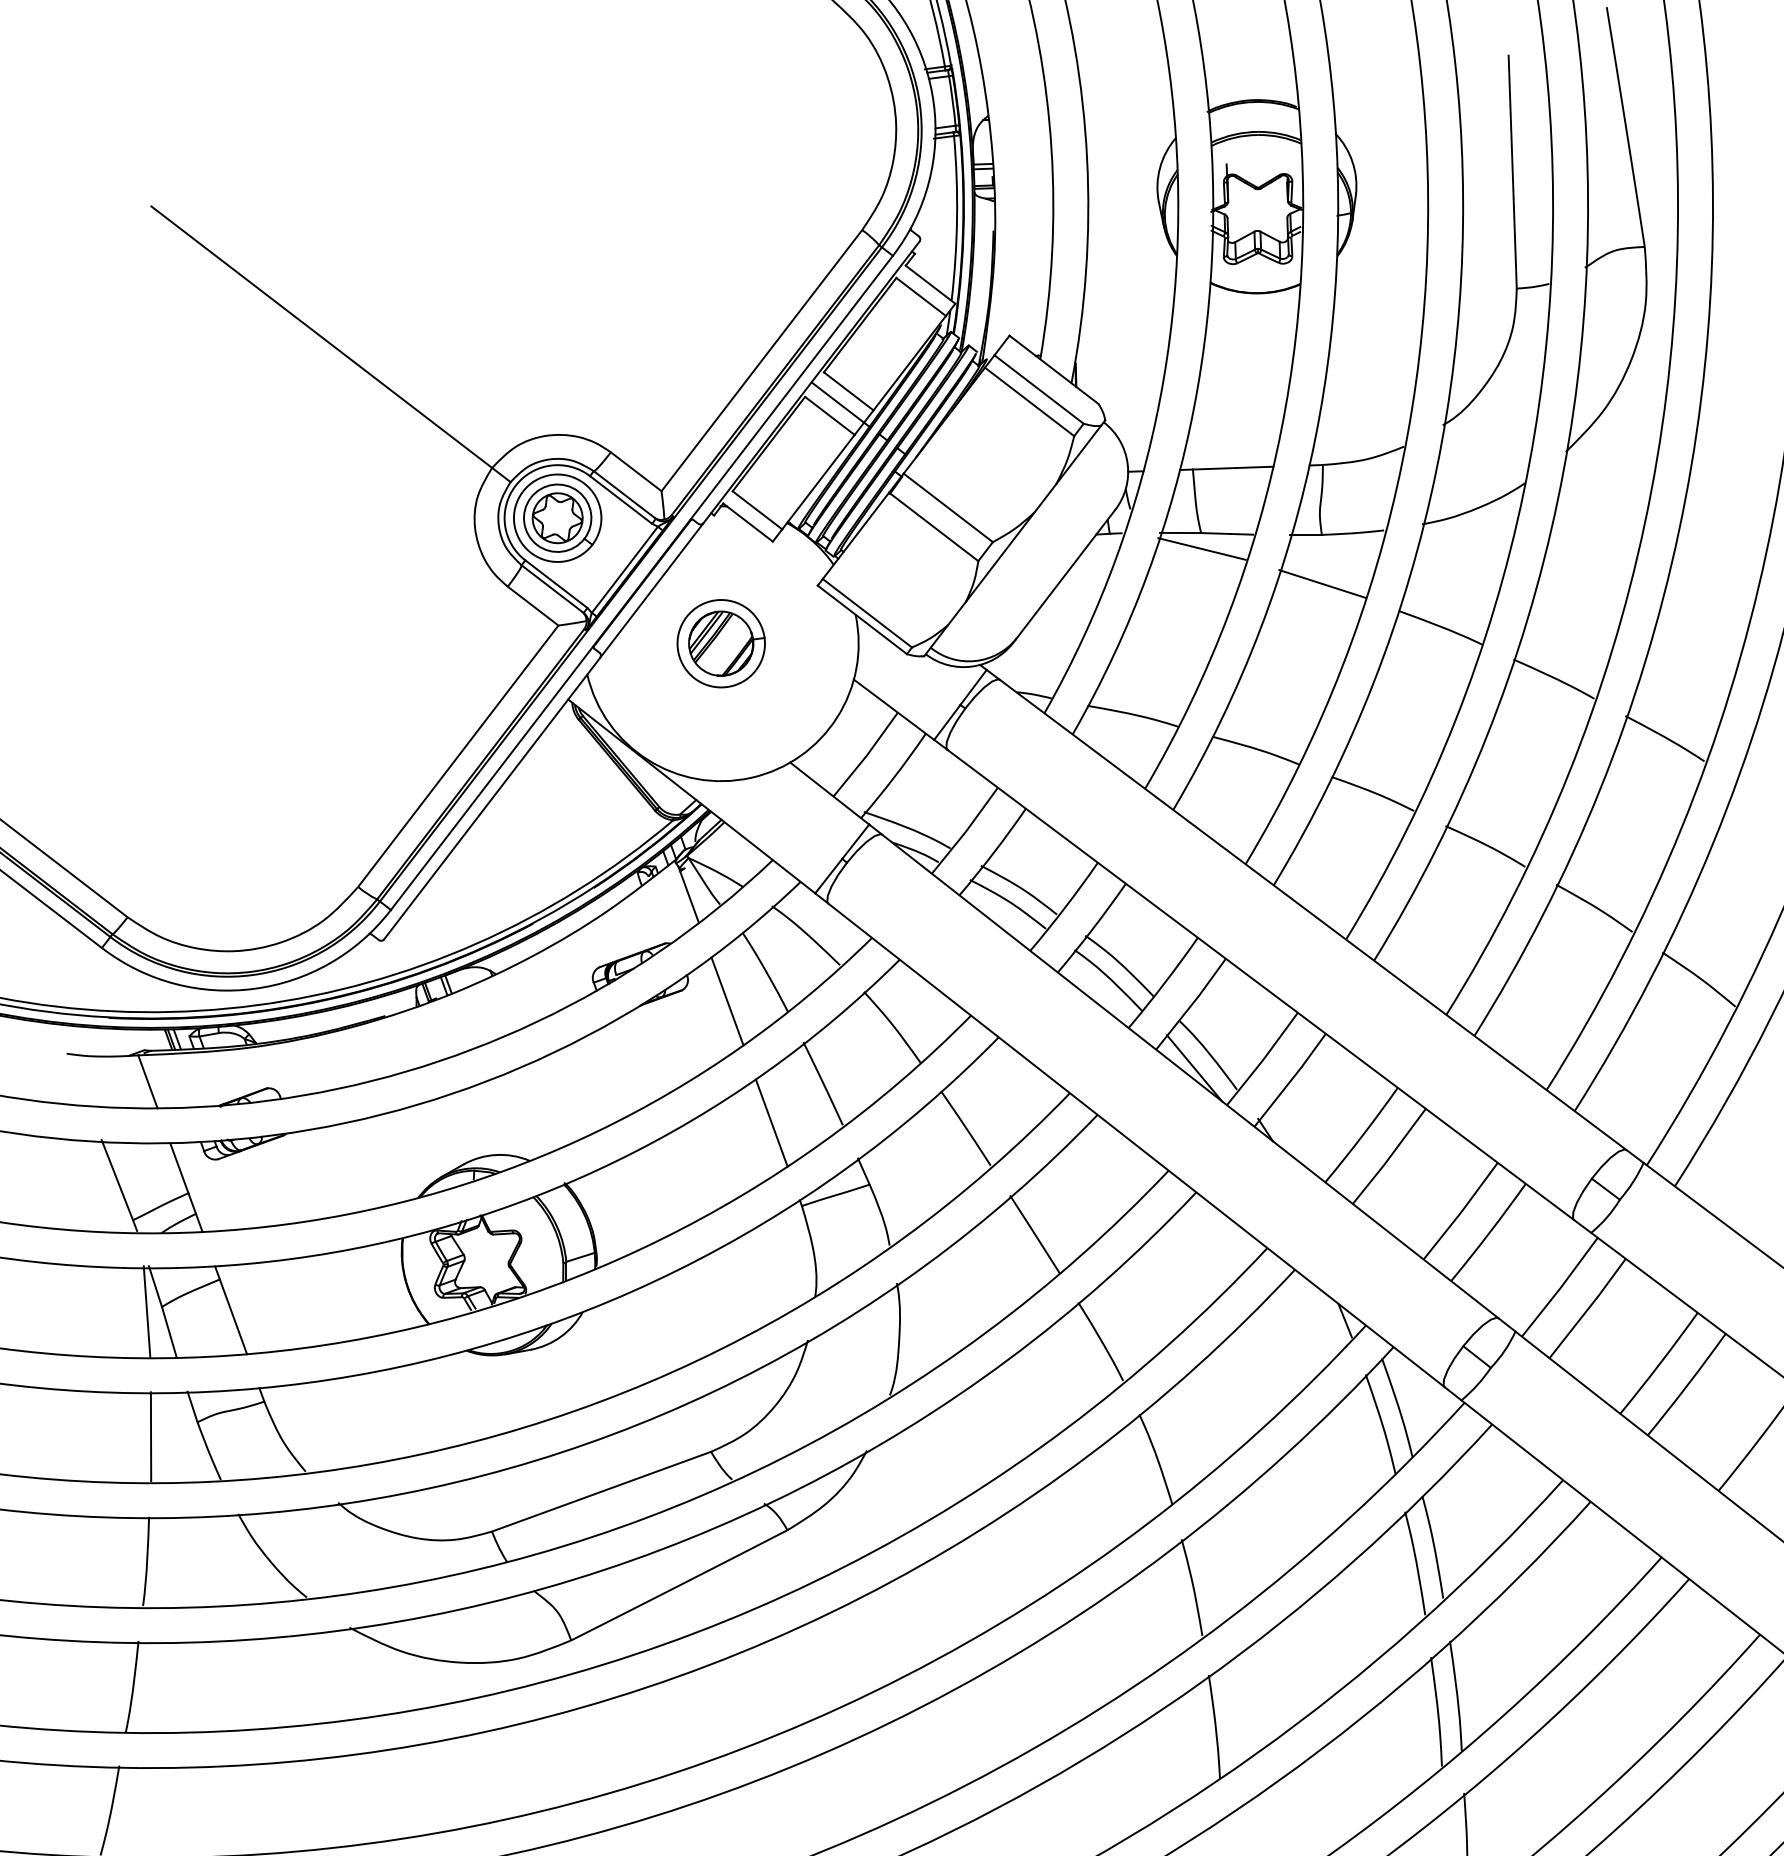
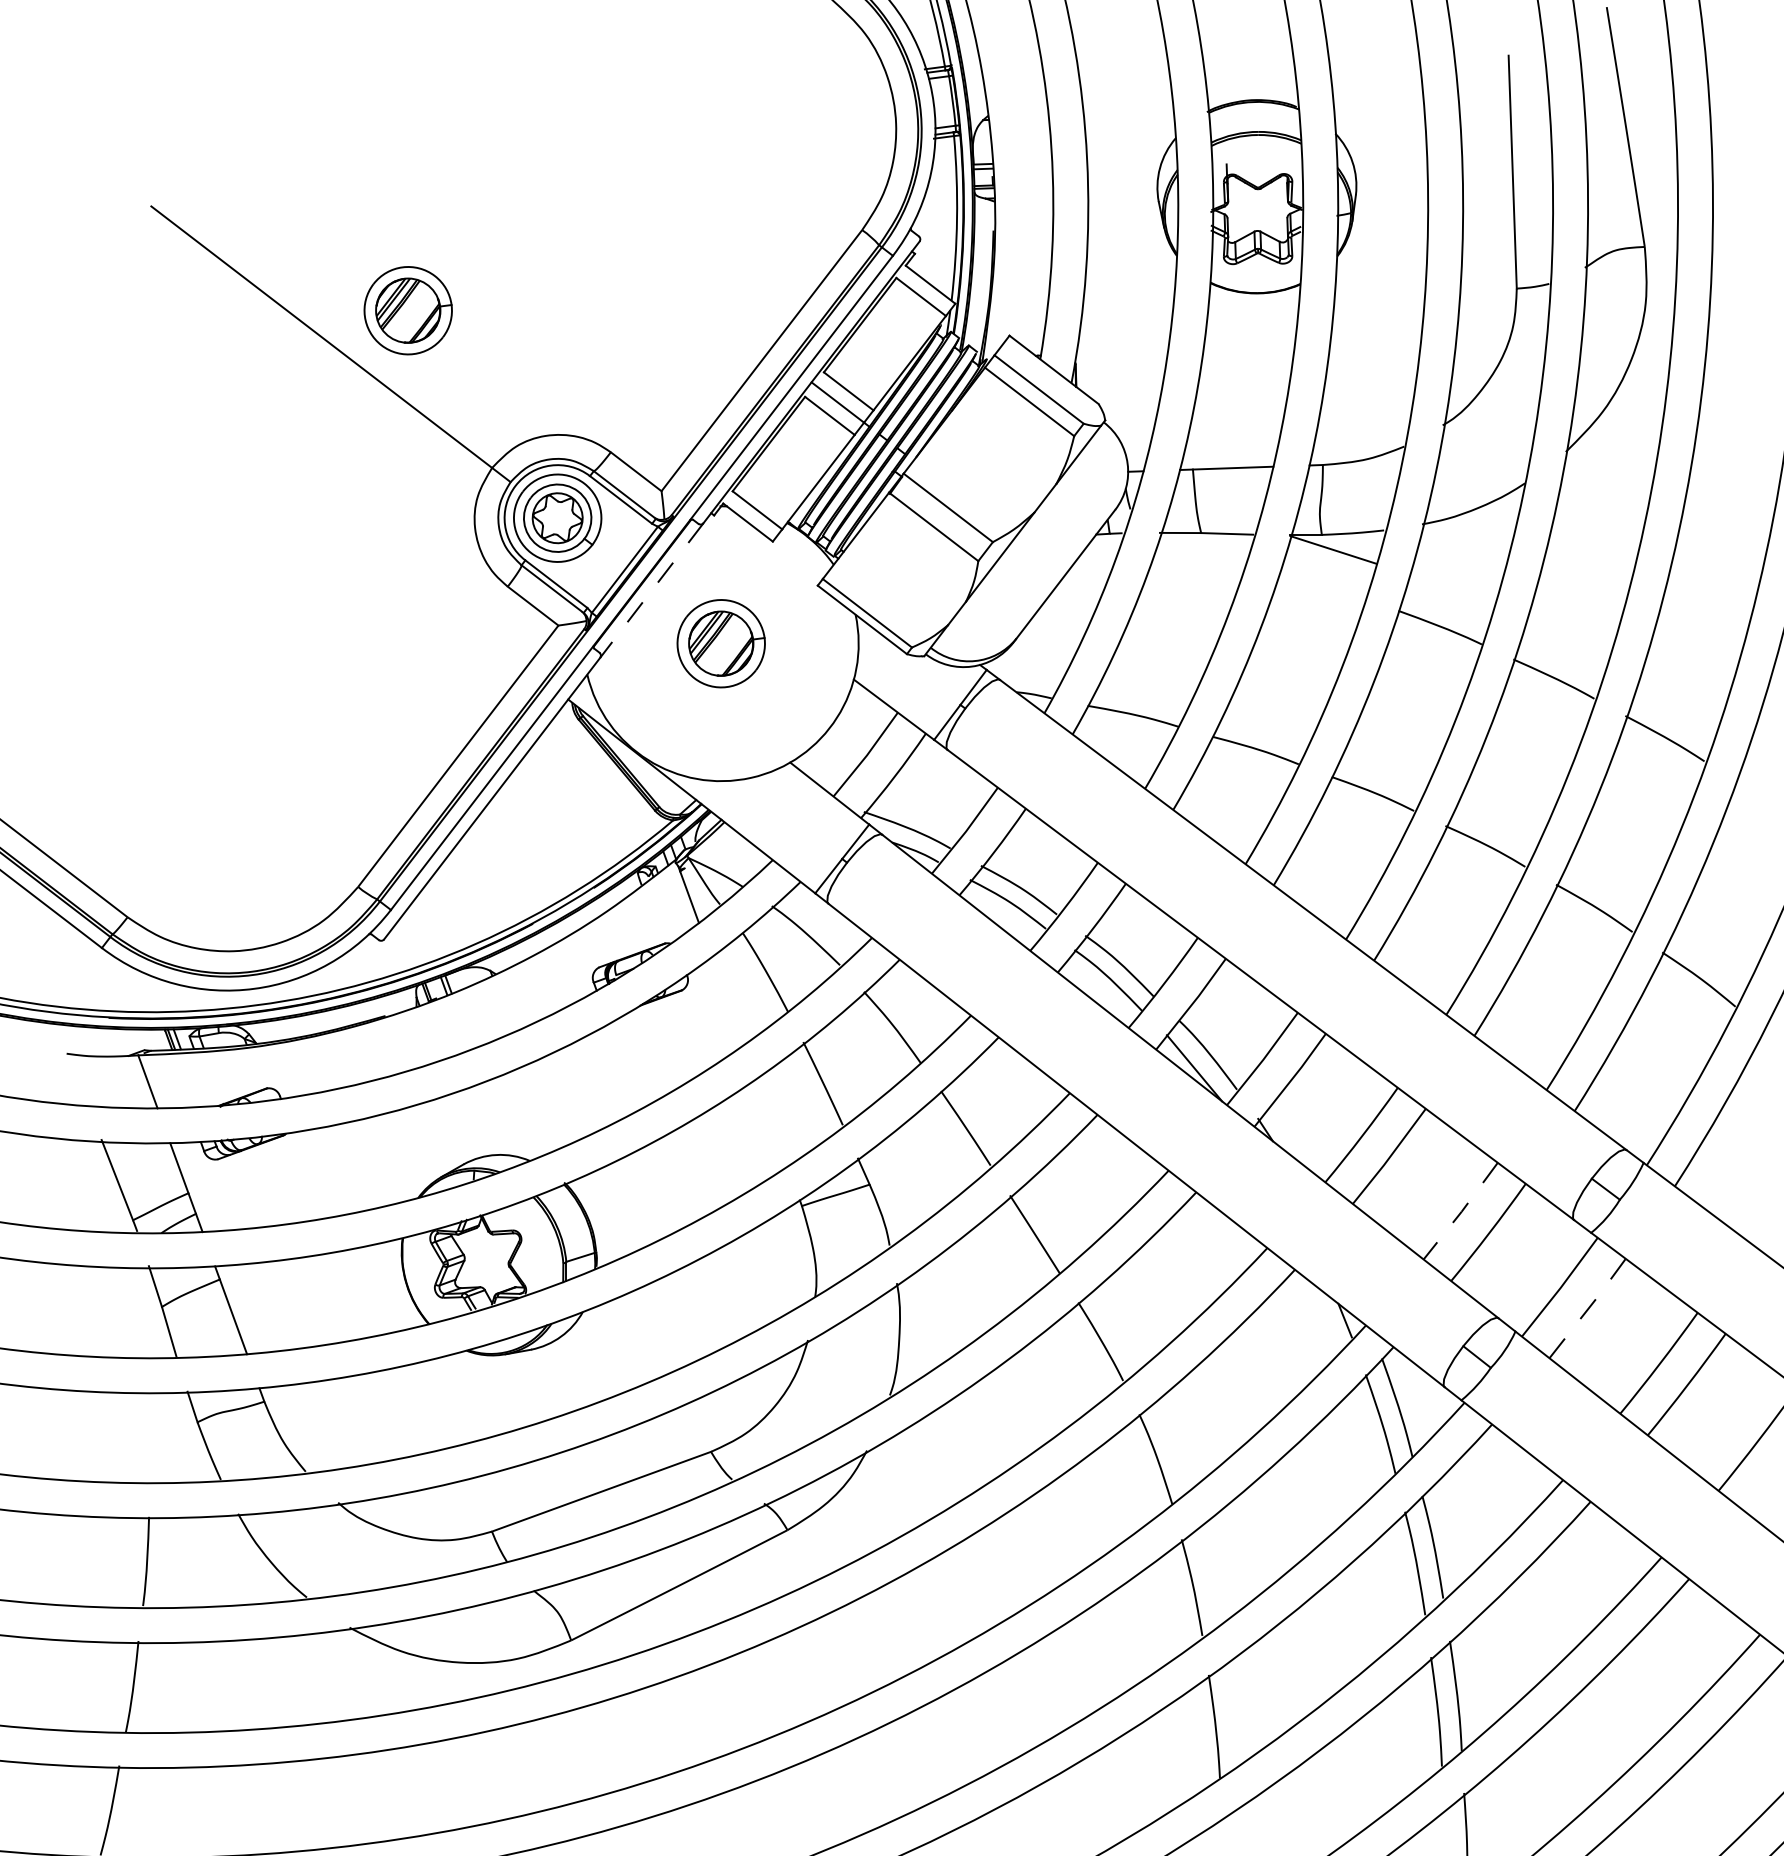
part at (407, 310): none -> present
line at (1201, 548): present -> none
line at (1322, 583) position: (1322, 583) -> (1333, 549)
line at (651, 590): solid -> dashed
line at (727, 1001): present -> none
line at (771, 1122): present -> none
line at (1461, 1211): solid -> dashed
line at (1588, 1308): solid -> dashed
line at (146, 1311): present -> none
line at (150, 1436): present -> none
